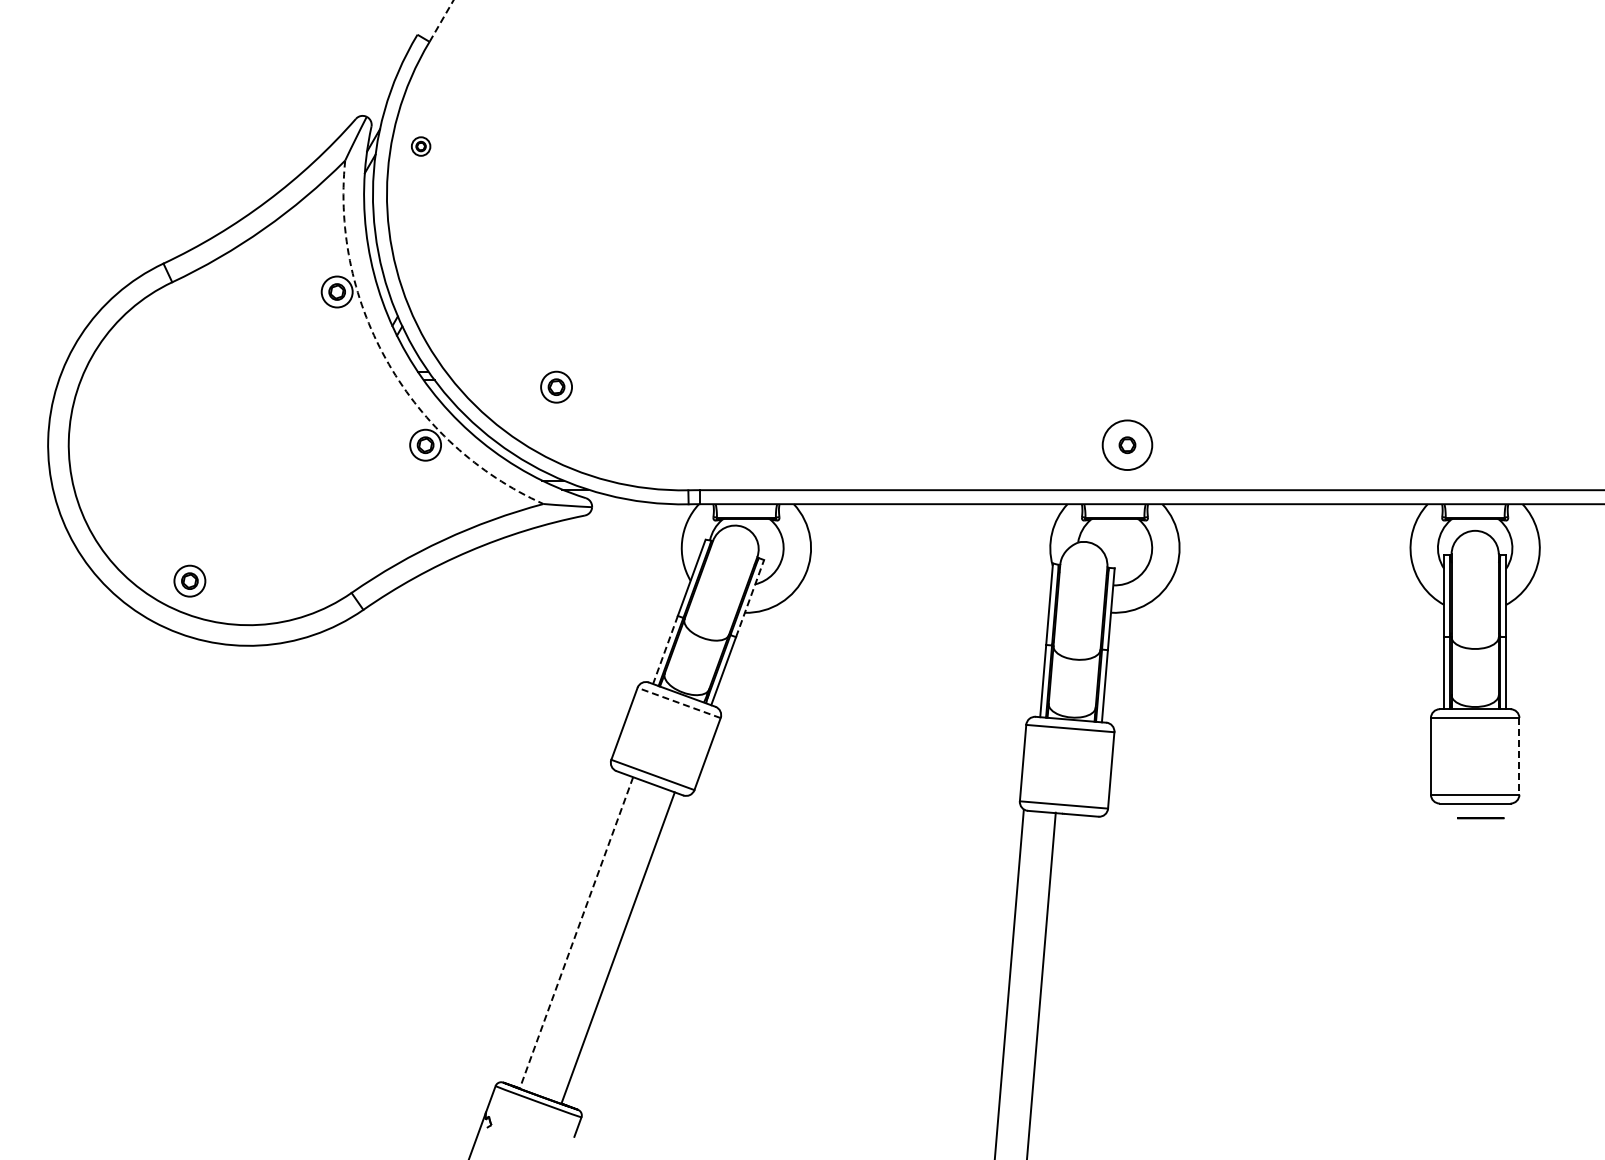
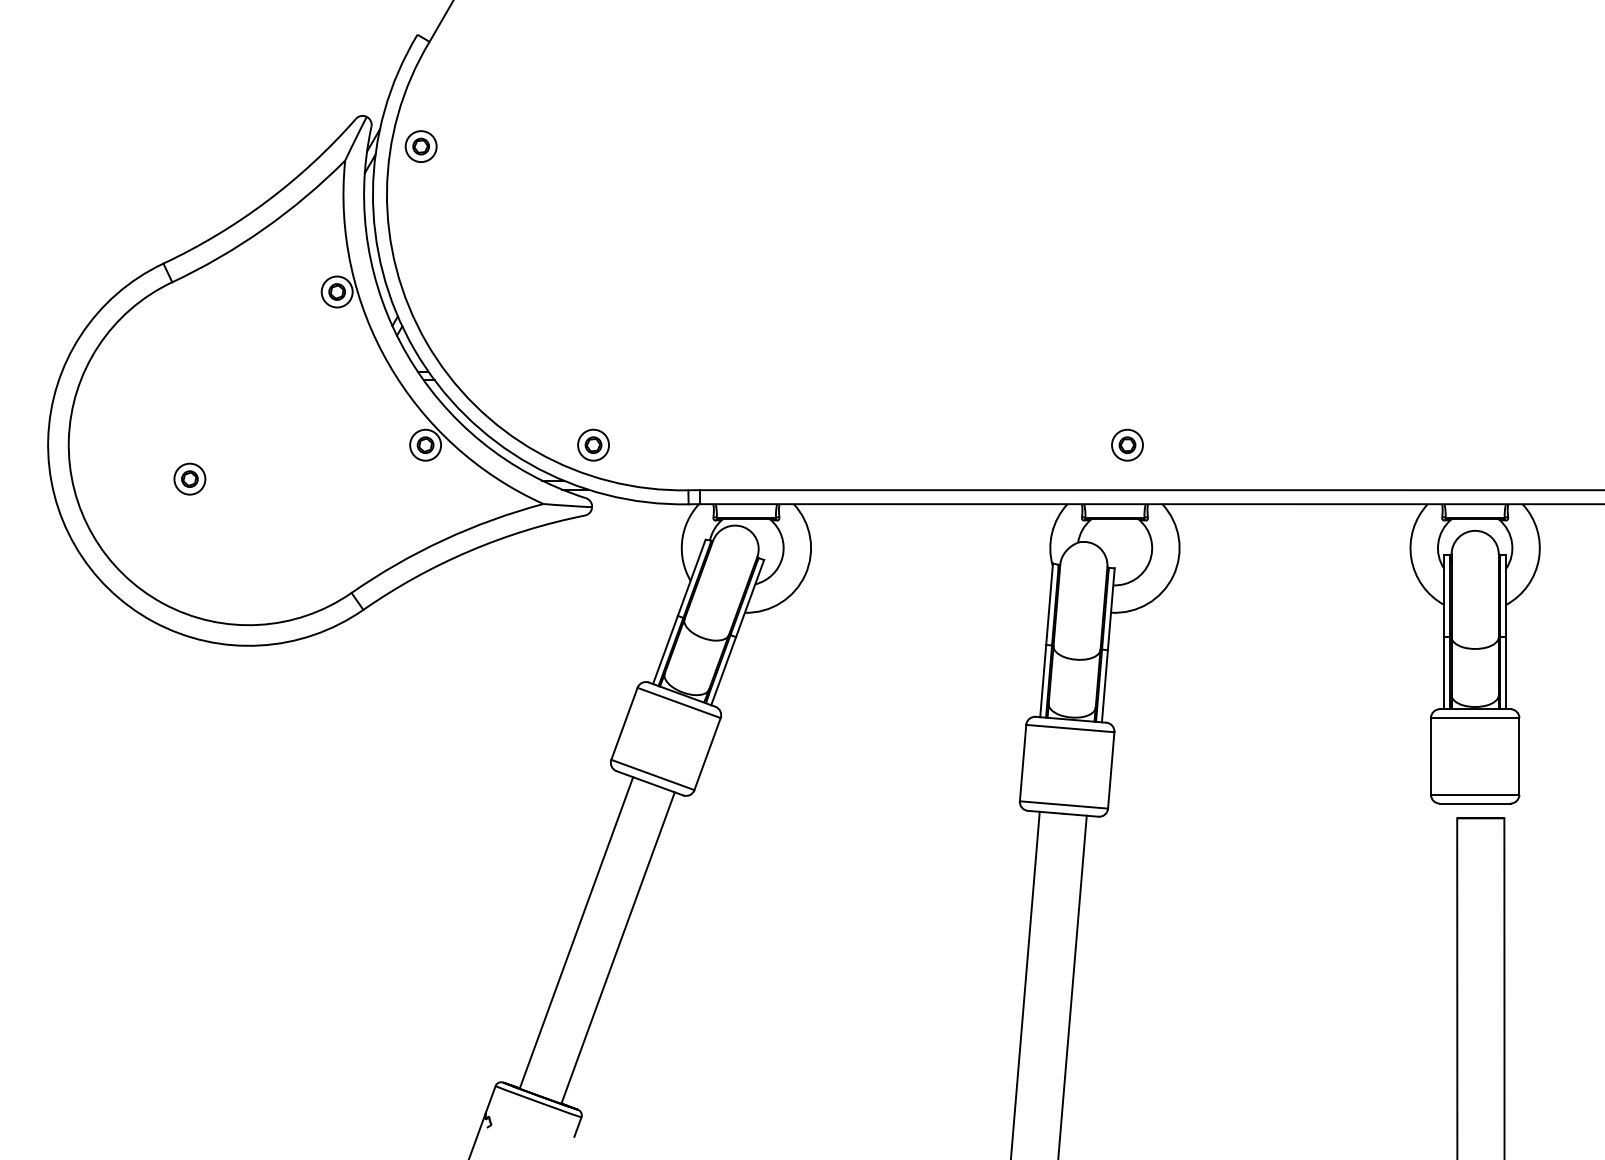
line at (441, 21): dashed -> solid
part at (420, 146) size: 22x21 px -> 34x33 px
arc at (388, 364): dashed -> solid
part at (556, 386) position: (556, 386) -> (593, 444)
circle at (1127, 445) diameter: 50 px -> 31 px
part at (189, 580) position: (189, 580) -> (189, 478)
line at (750, 598): dashed -> solid
line at (665, 650): dashed -> solid
line at (678, 702): dashed -> solid
line at (1519, 756): dashed -> solid
line at (576, 933): dashed -> solid
line at (1009, 983) position: (1009, 983) -> (1025, 983)
line at (1041, 984) position: (1041, 984) -> (1072, 985)
line at (1457, 987): none -> present
line at (1504, 987): none -> present
